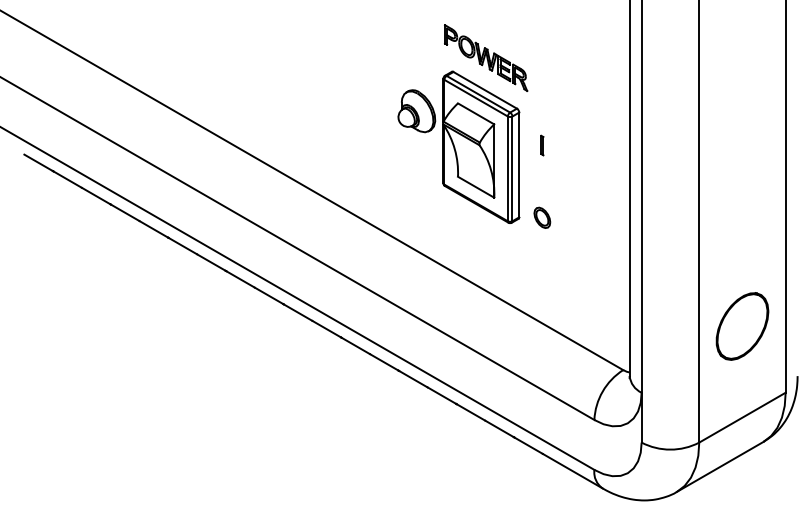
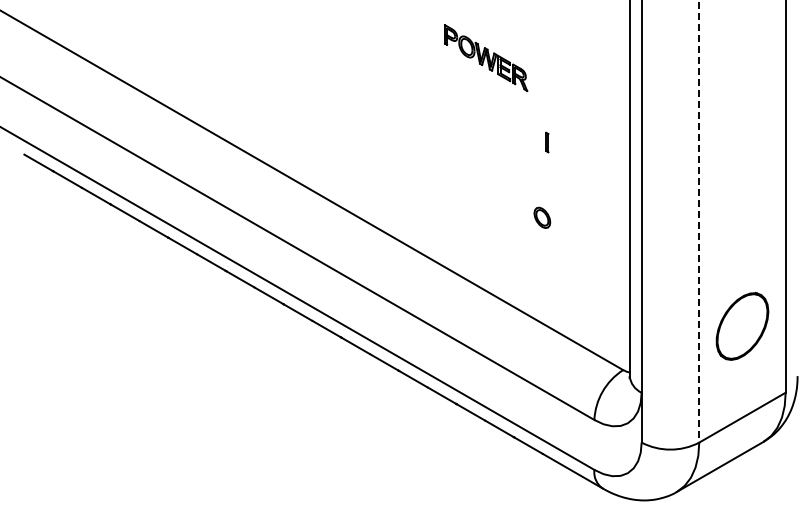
line at (542, 145) position: (542, 145) -> (547, 142)
part at (458, 146): present -> none
line at (699, 221): solid -> dashed
